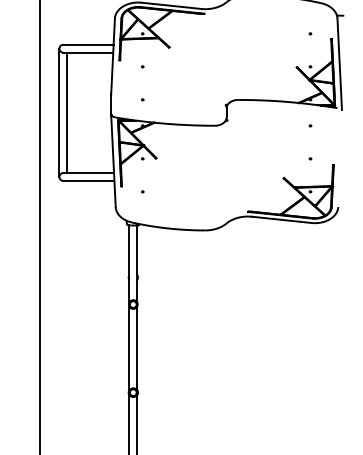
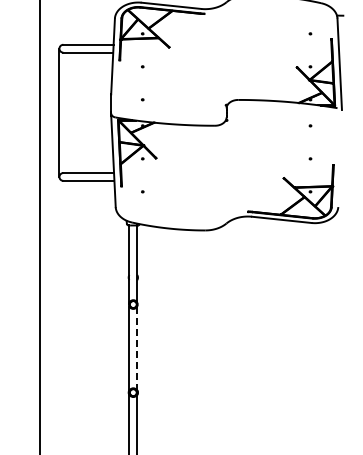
line at (67, 112): present -> none
line at (137, 348): solid -> dashed
